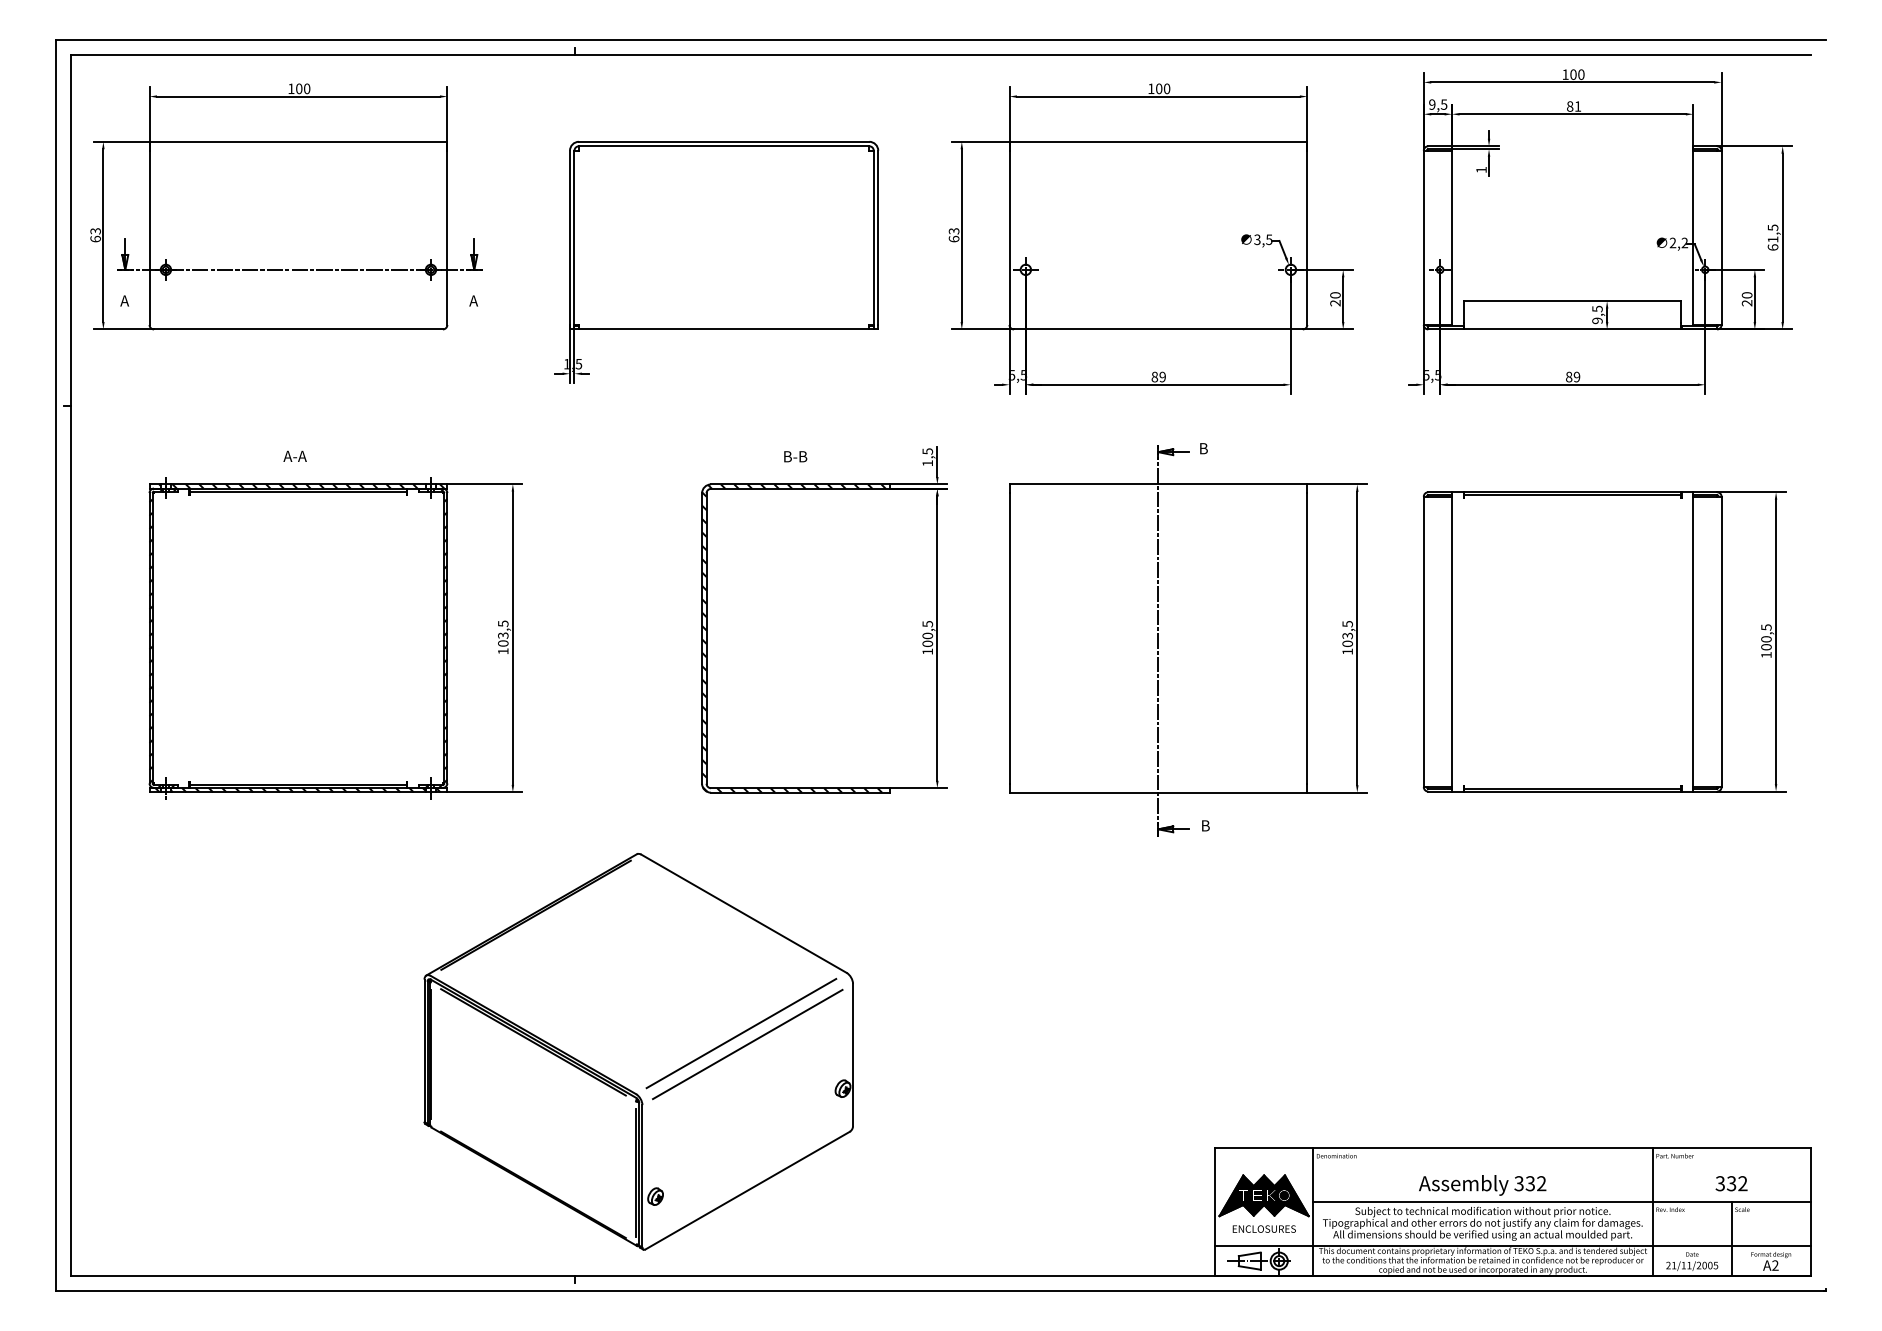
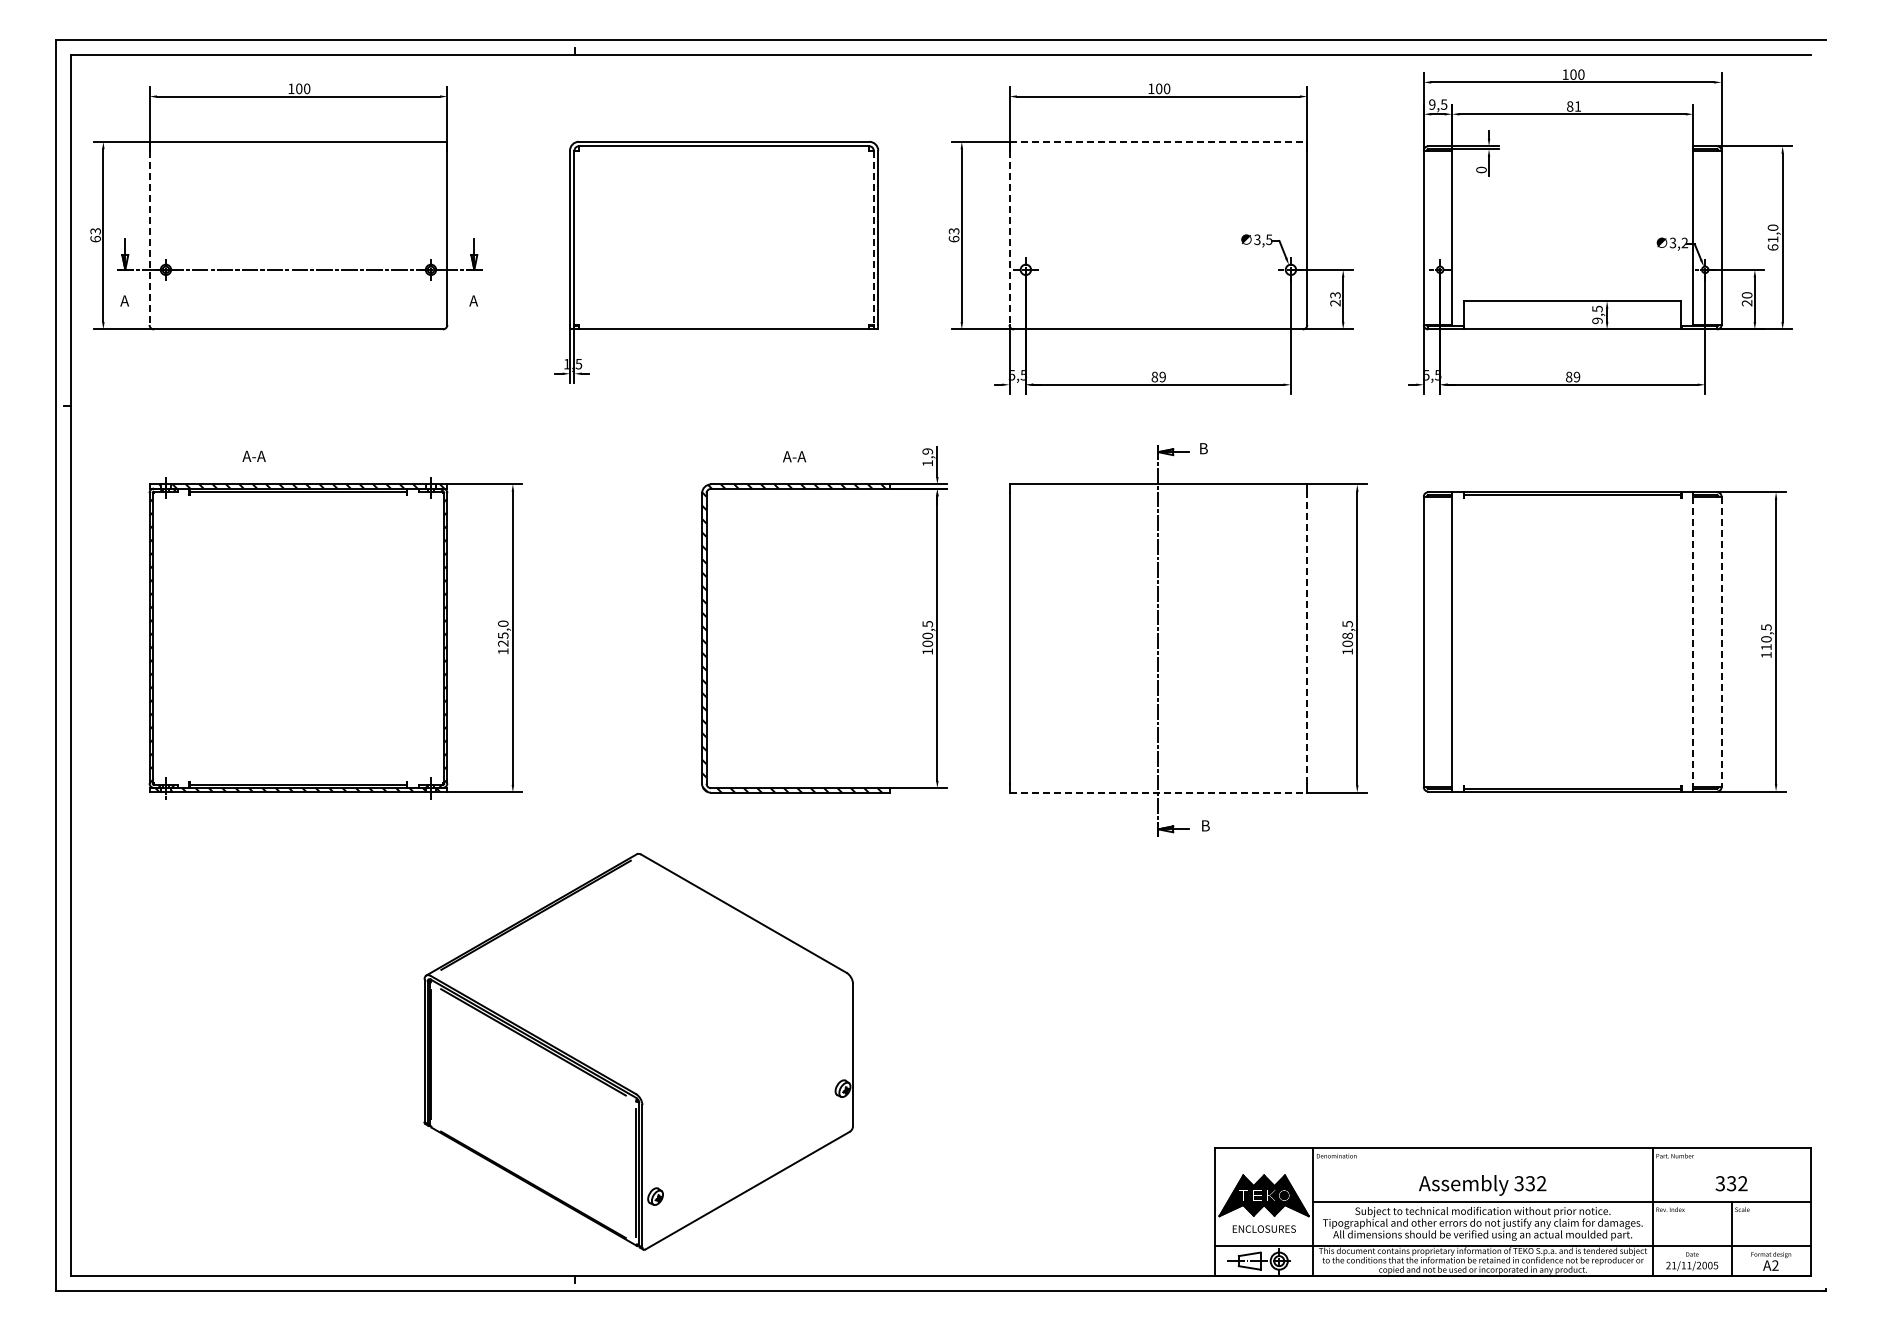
line at (1158, 141): solid -> dashed
text at (1481, 169): 1 -> 0
text at (1772, 227): 61,5 -> 61,0
line at (149, 238): solid -> dashed
line at (873, 238): solid -> dashed
line at (1009, 238): solid -> dashed
text at (1672, 243): 2,2 -> 3,2
text at (1335, 295): 20 -> 23
text at (927, 451): 1,5 -> 1,9
text at (294, 455) position: (294, 455) -> (253, 455)
text at (795, 456): B-B -> A-A
text at (503, 633): 103,5 -> 125,0
text at (1347, 635): 103,5 -> 108,5
line at (1307, 638): solid -> dashed
line at (1693, 642): solid -> dashed
line at (1721, 642): solid -> dashed
text at (1766, 647): 100,5 -> 110,5
line at (1158, 792): solid -> dashed
line at (741, 1033): present -> none
line at (747, 1044): present -> none
